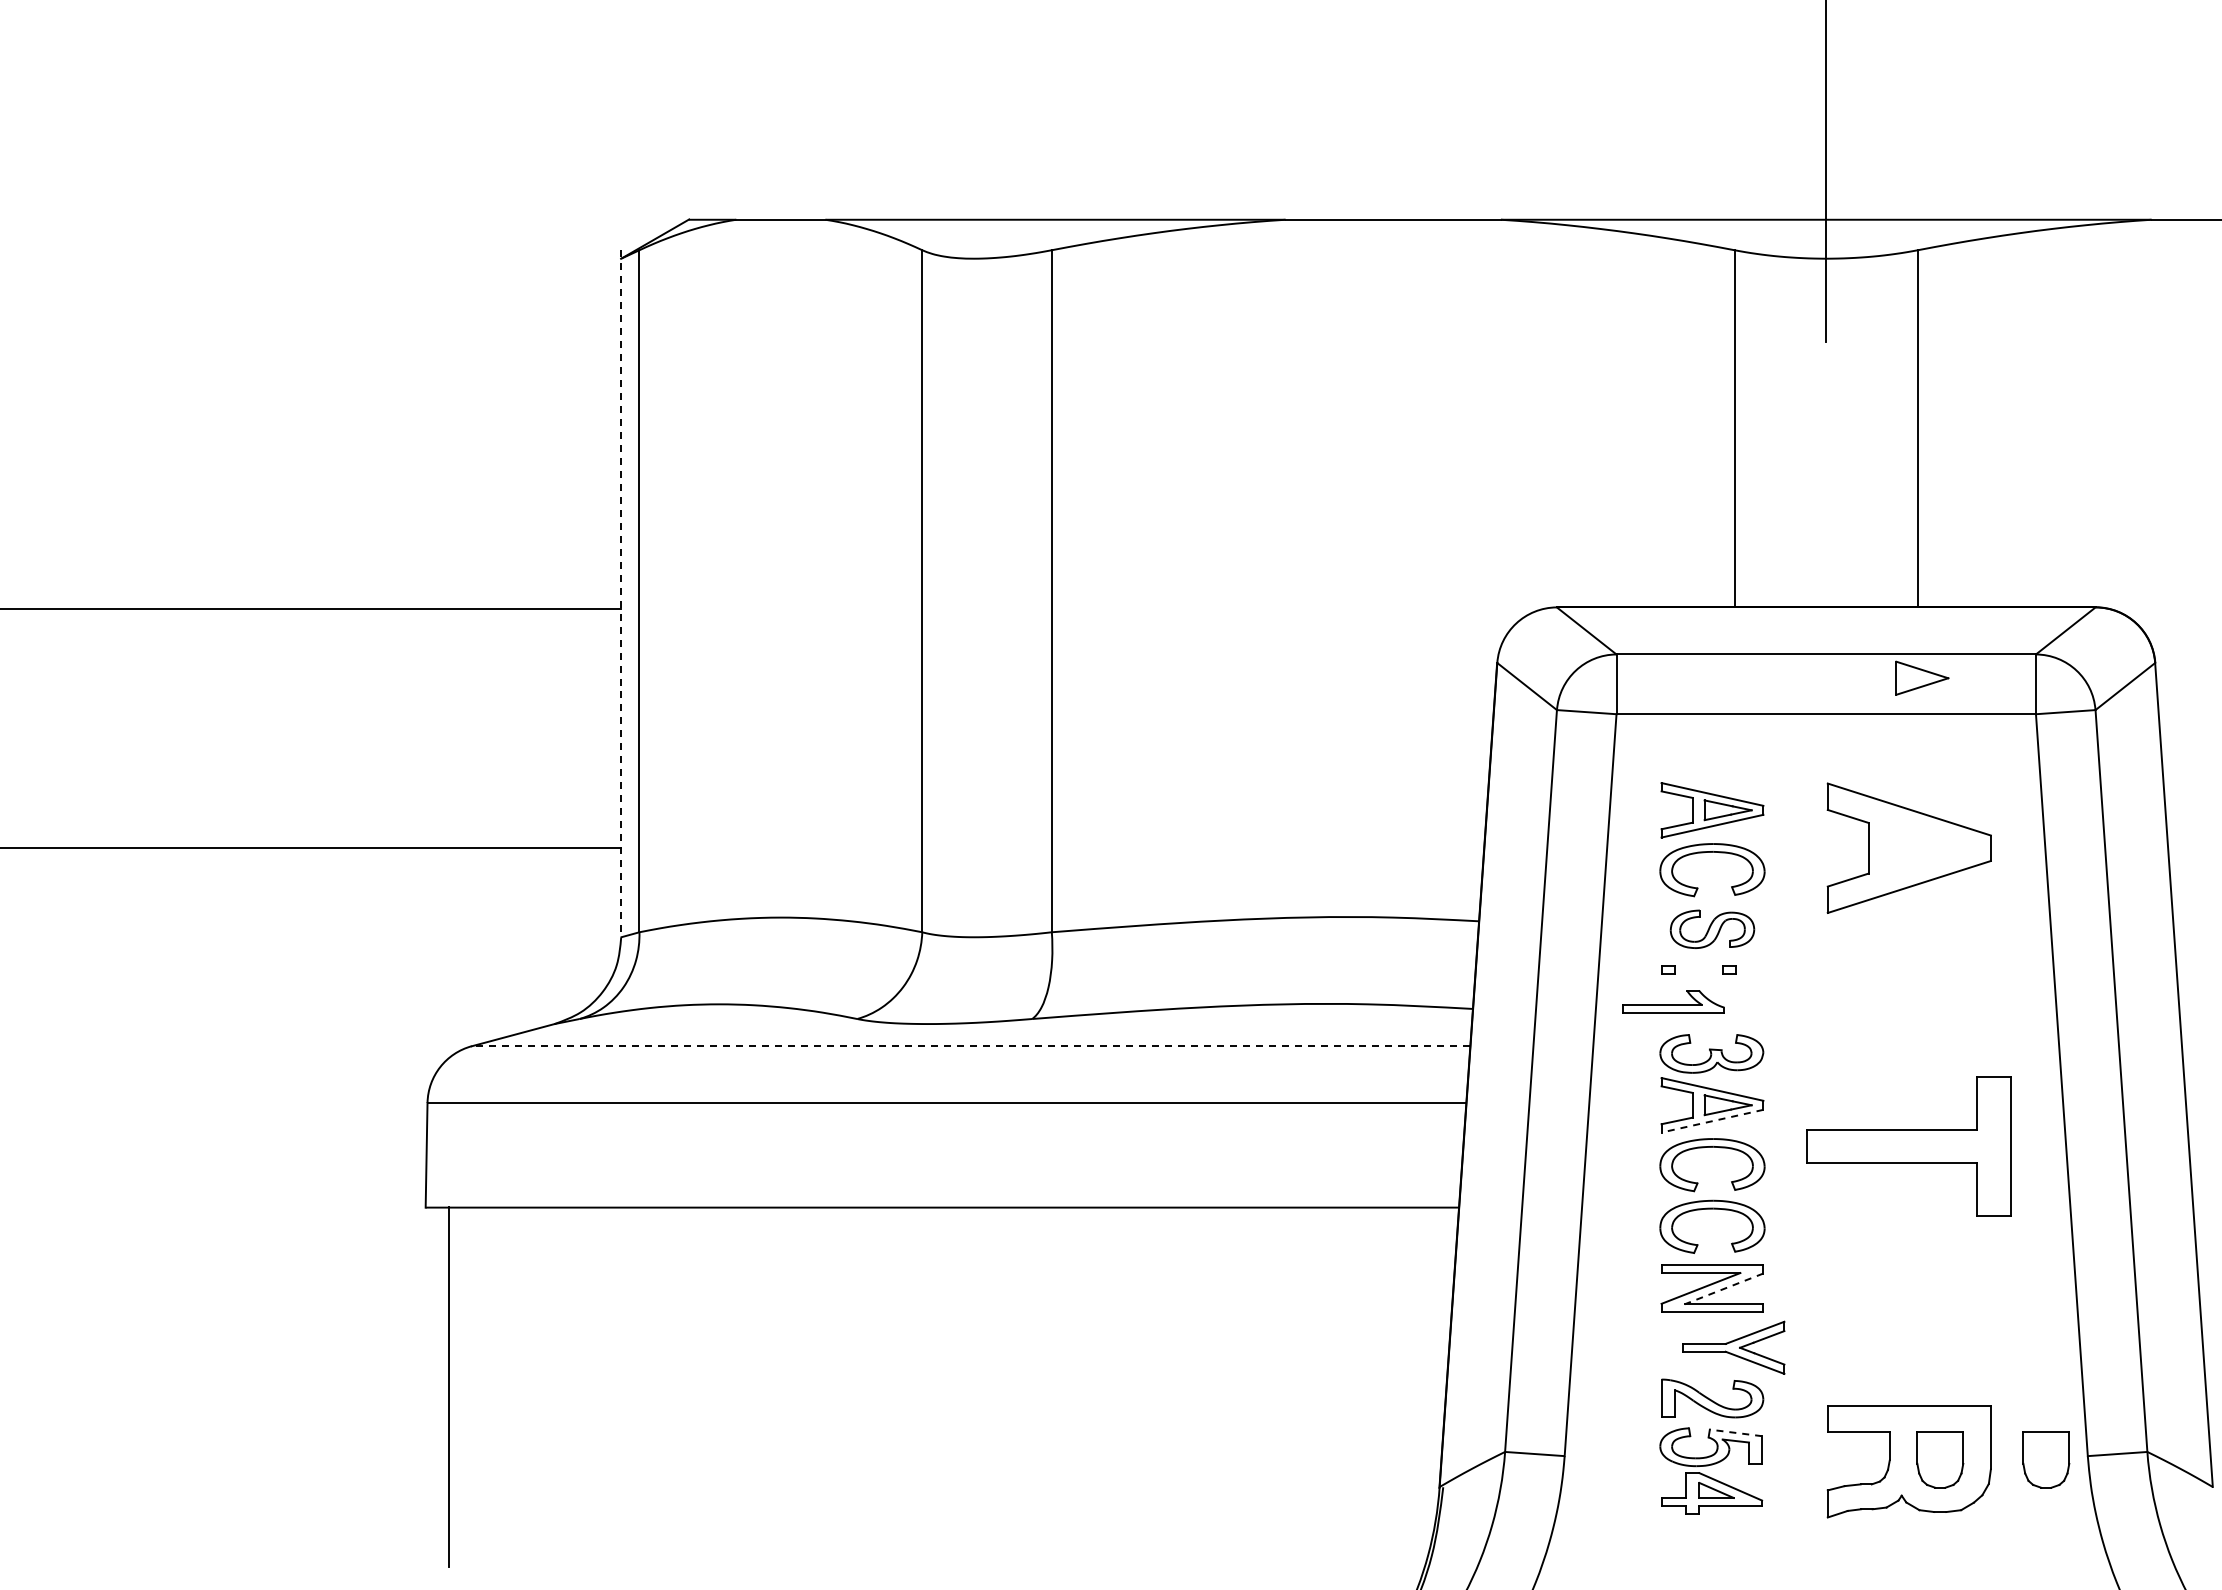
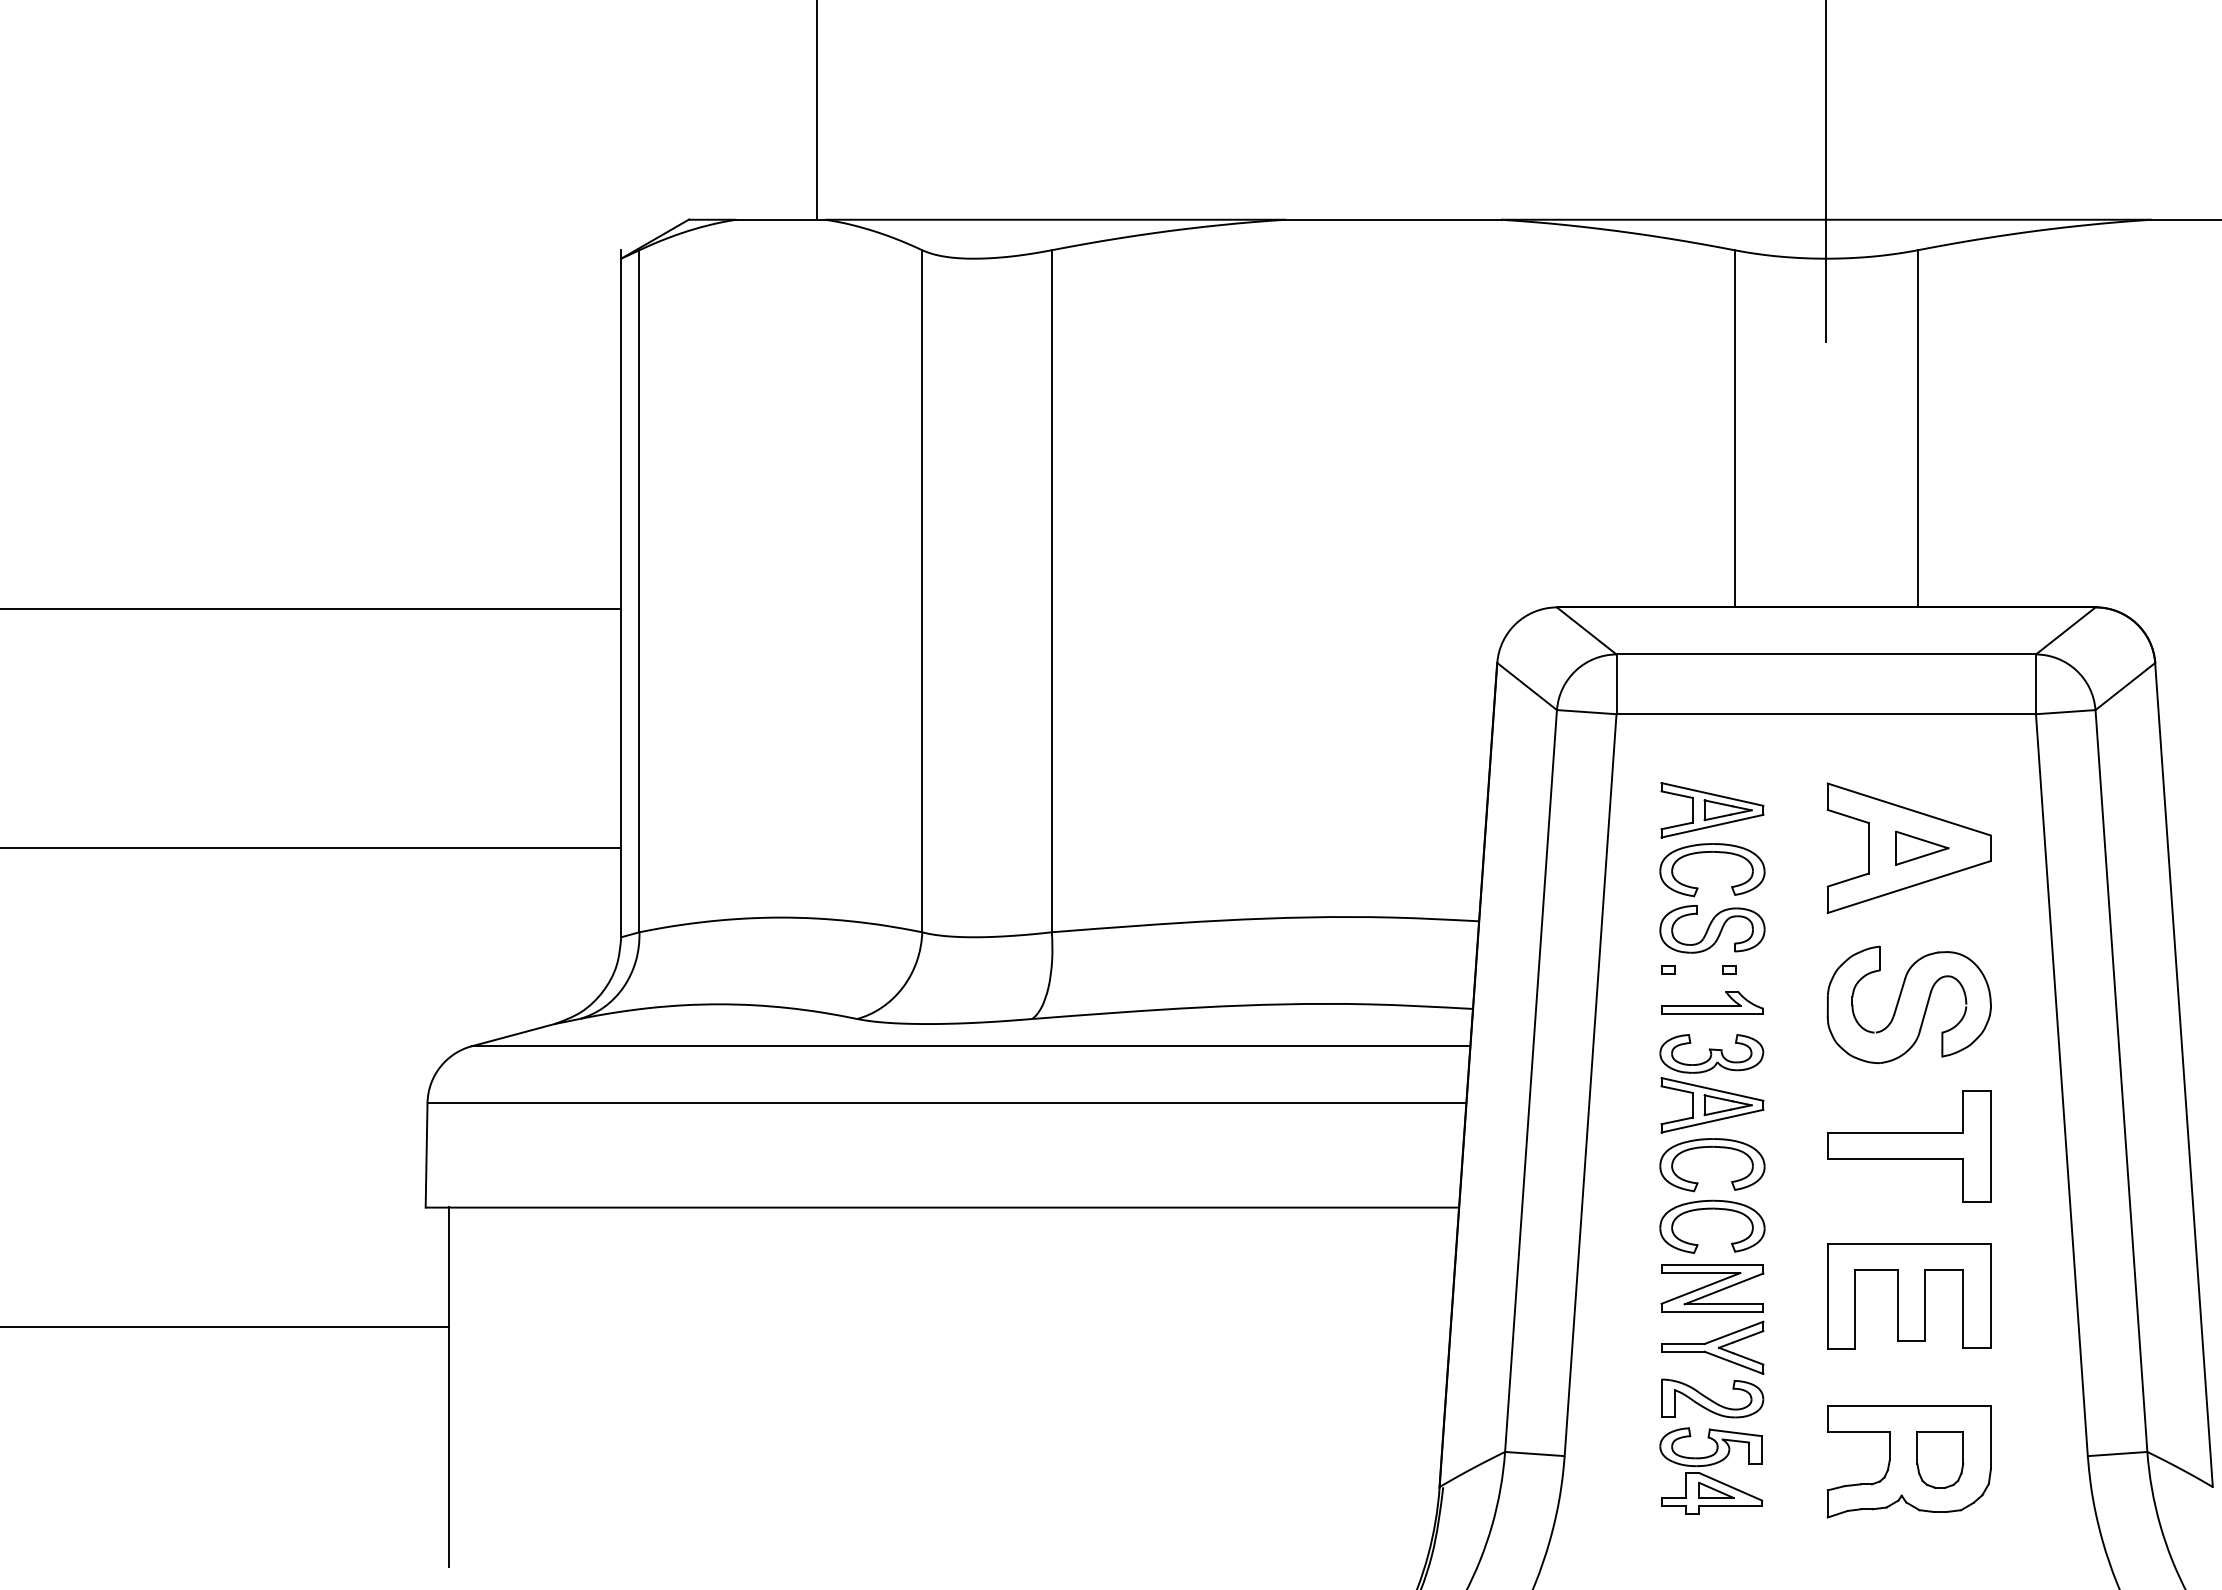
line at (817, 110): none -> present
line at (621, 593): dashed -> solid
part at (1922, 677) position: (1922, 677) -> (1922, 847)
part at (1712, 928) size: 87x40 px -> 107x49 px
part at (1673, 1001) position: (1673, 1001) -> (1712, 1002)
part at (1899, 1001): none -> present
line at (970, 1046): dashed -> solid
line at (1712, 1121): dashed -> solid
part at (1908, 1146) size: 206x141 px -> 165x113 px
line at (1723, 1289): dashed -> solid
part at (1909, 1296): none -> present
line at (225, 1327): none -> present
part at (1733, 1347) position: (1733, 1347) -> (1712, 1347)
line at (1735, 1432): dashed -> solid
part at (2046, 1459): present -> none
